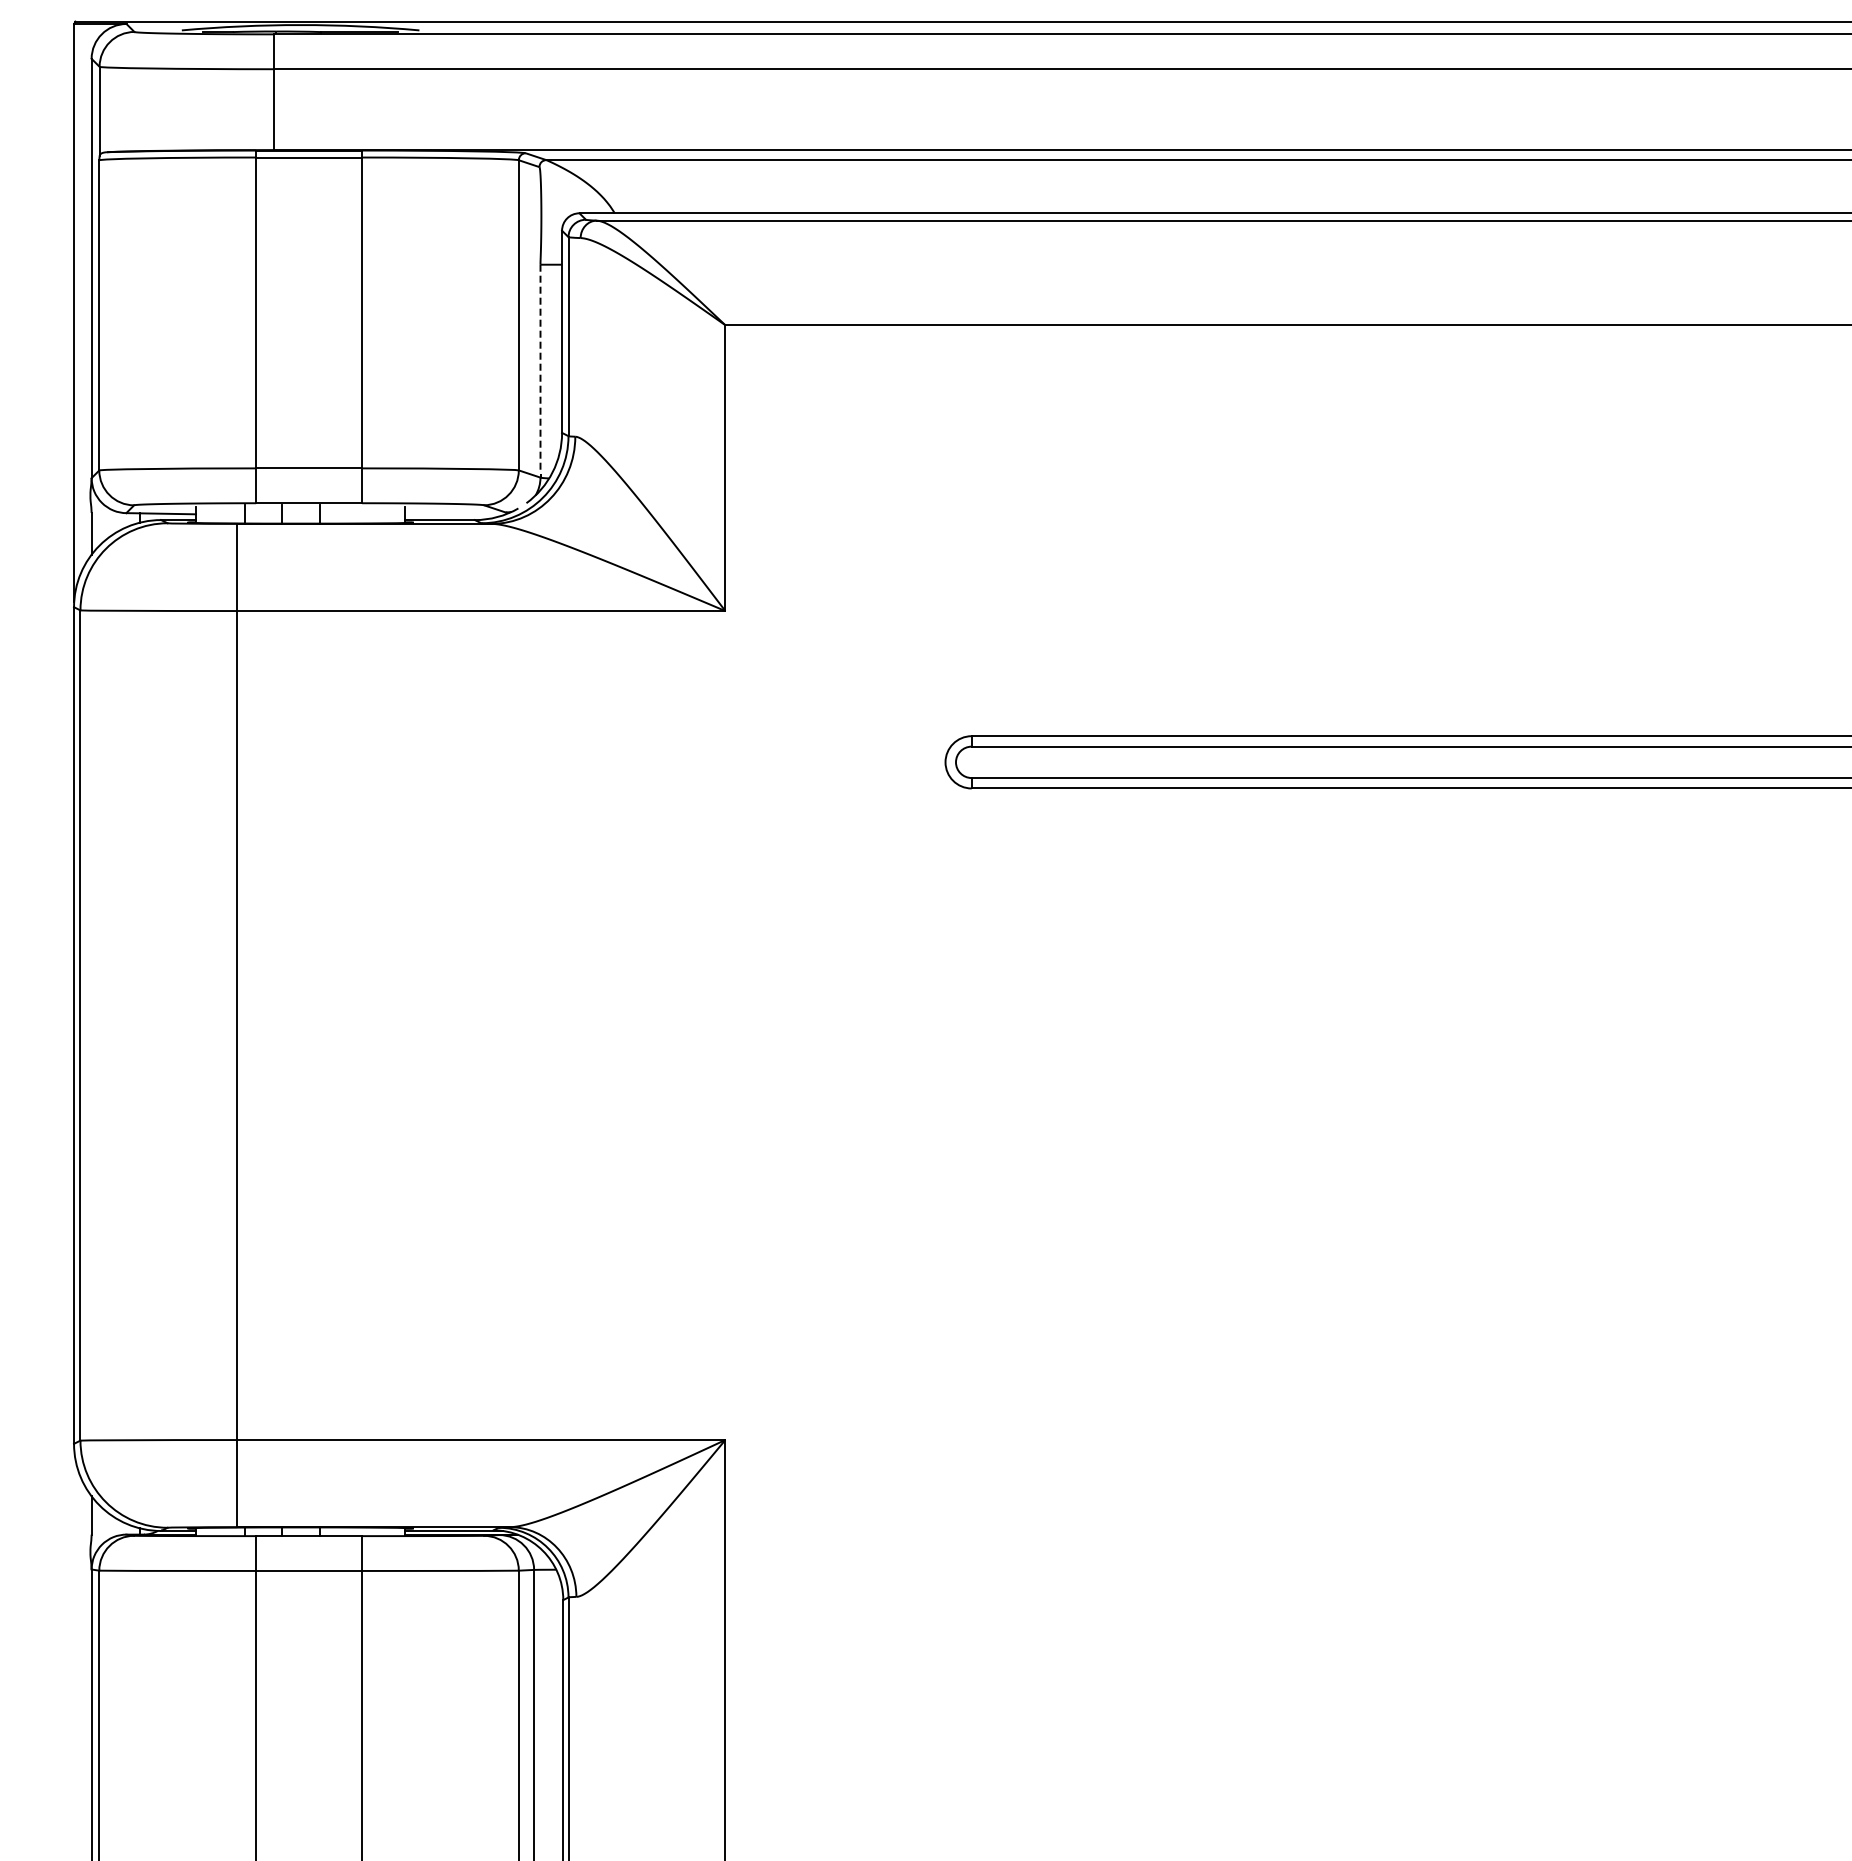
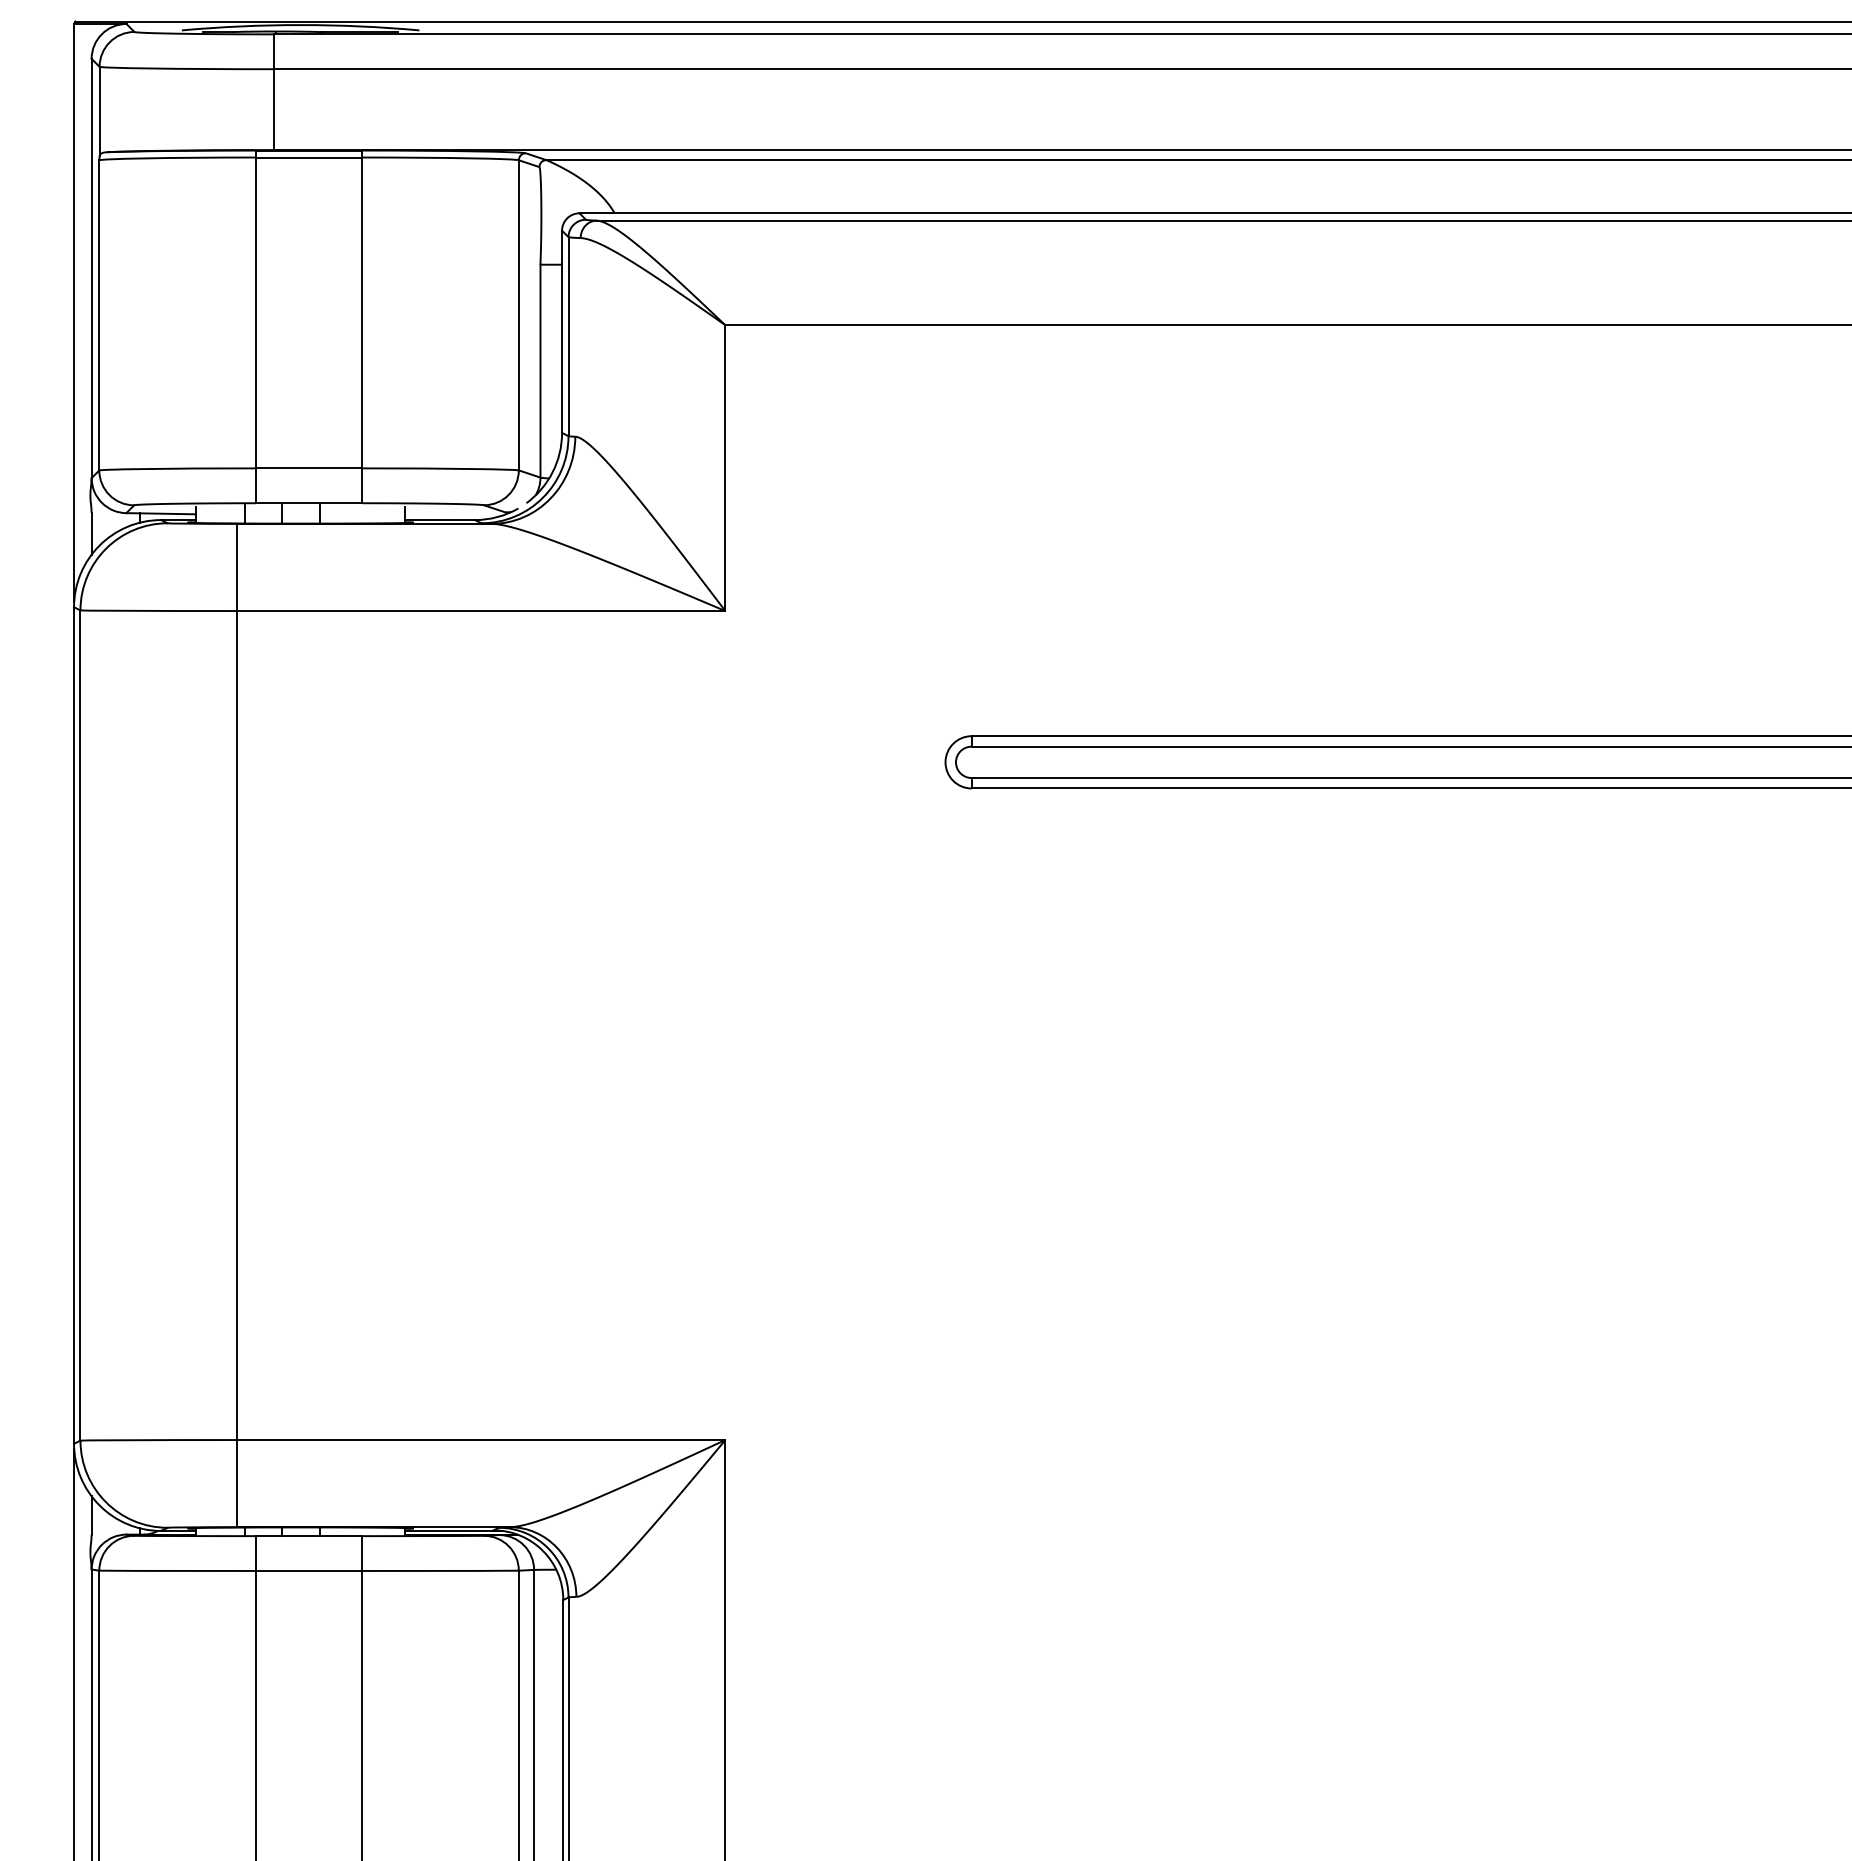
line at (540, 371): dashed -> solid
line at (74, 1653): none -> present
